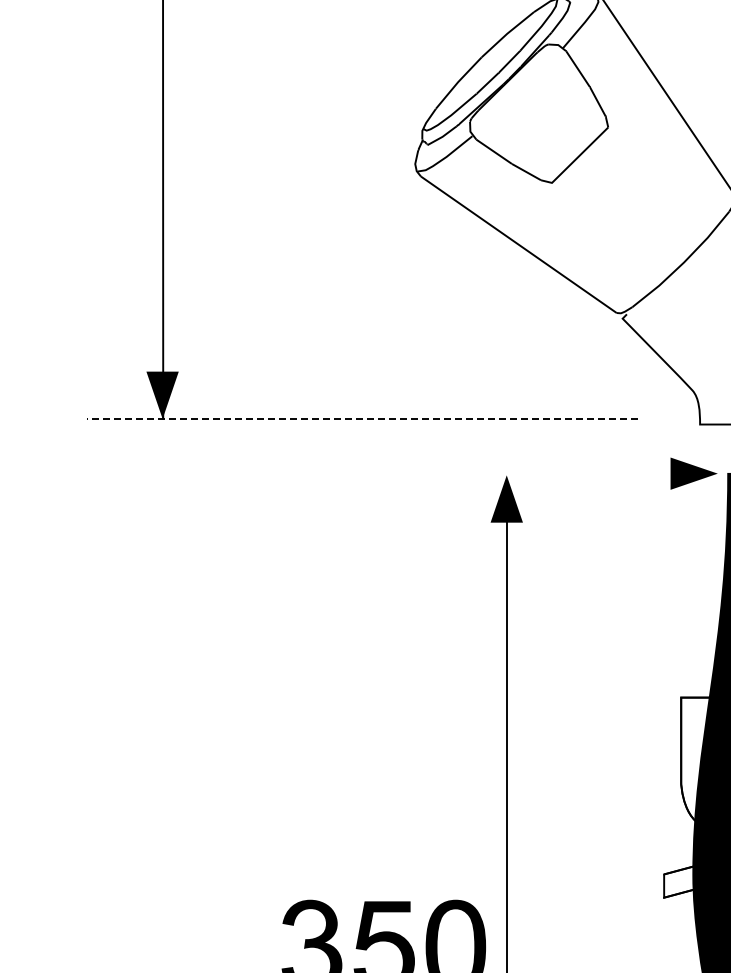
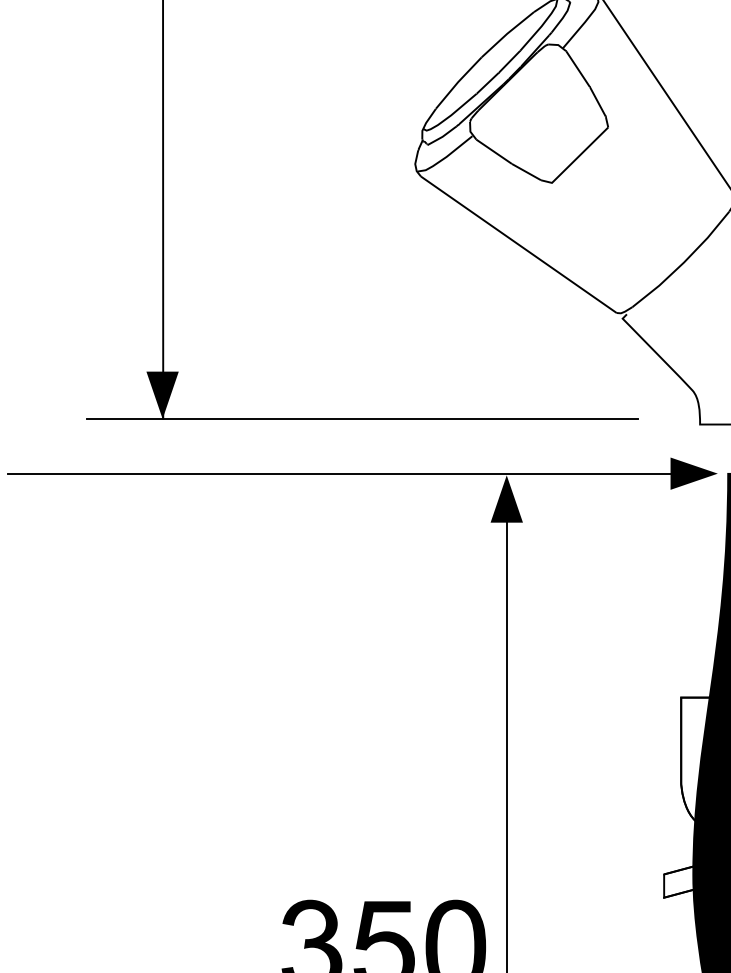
line at (362, 418): dashed -> solid
line at (341, 473): none -> present
